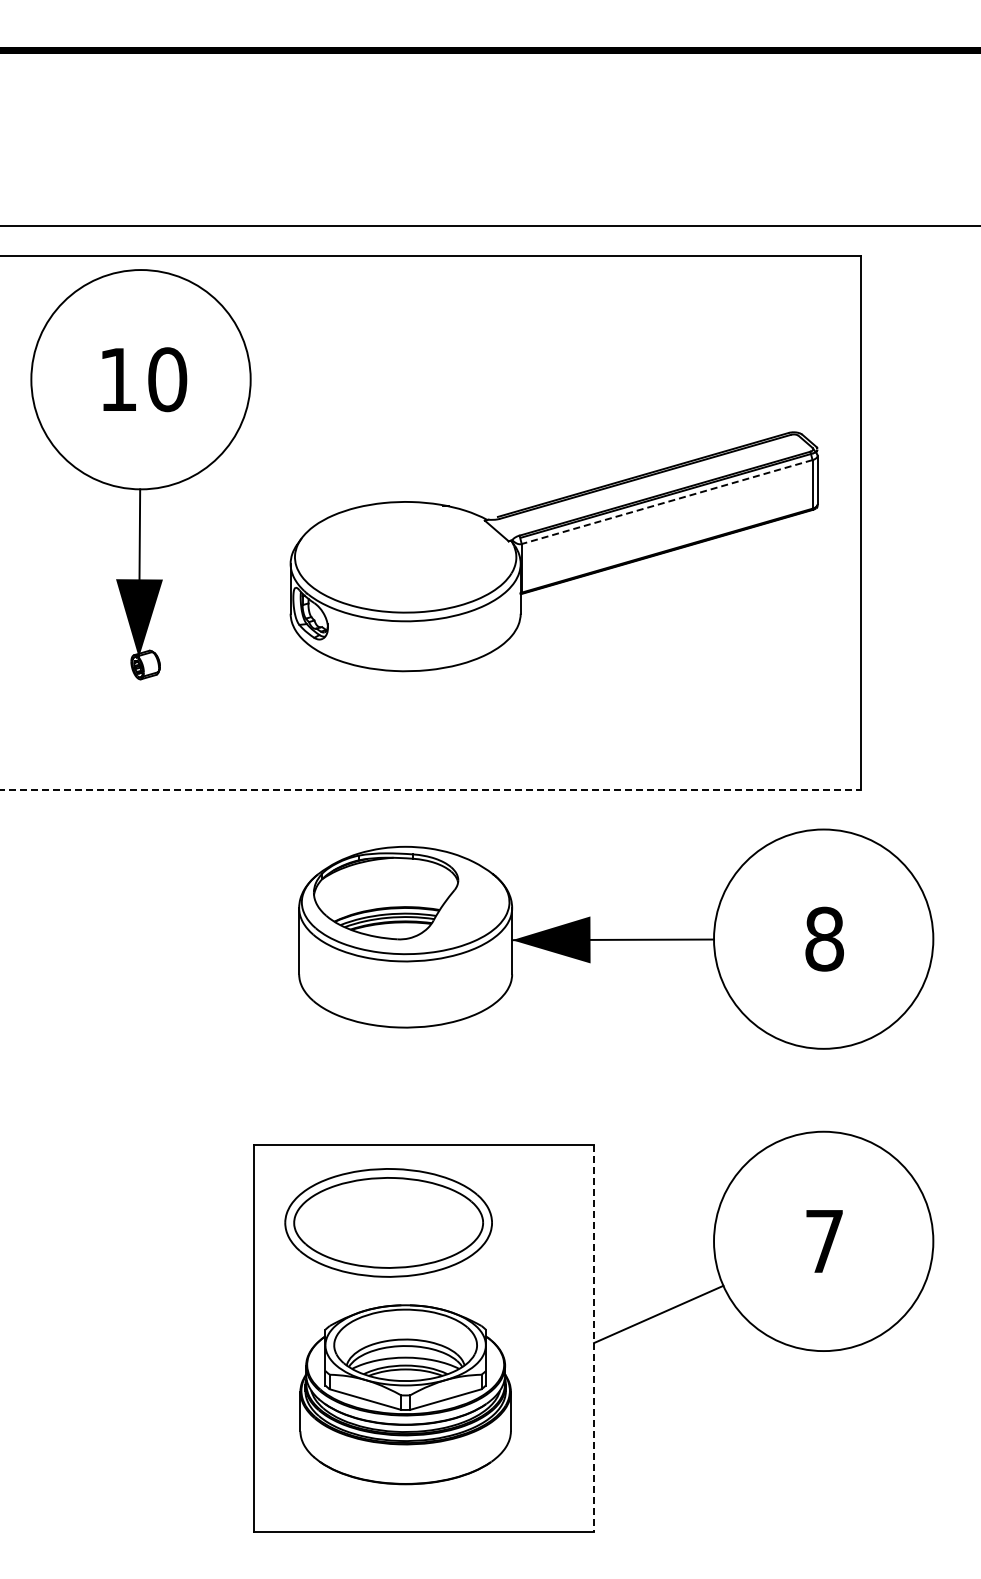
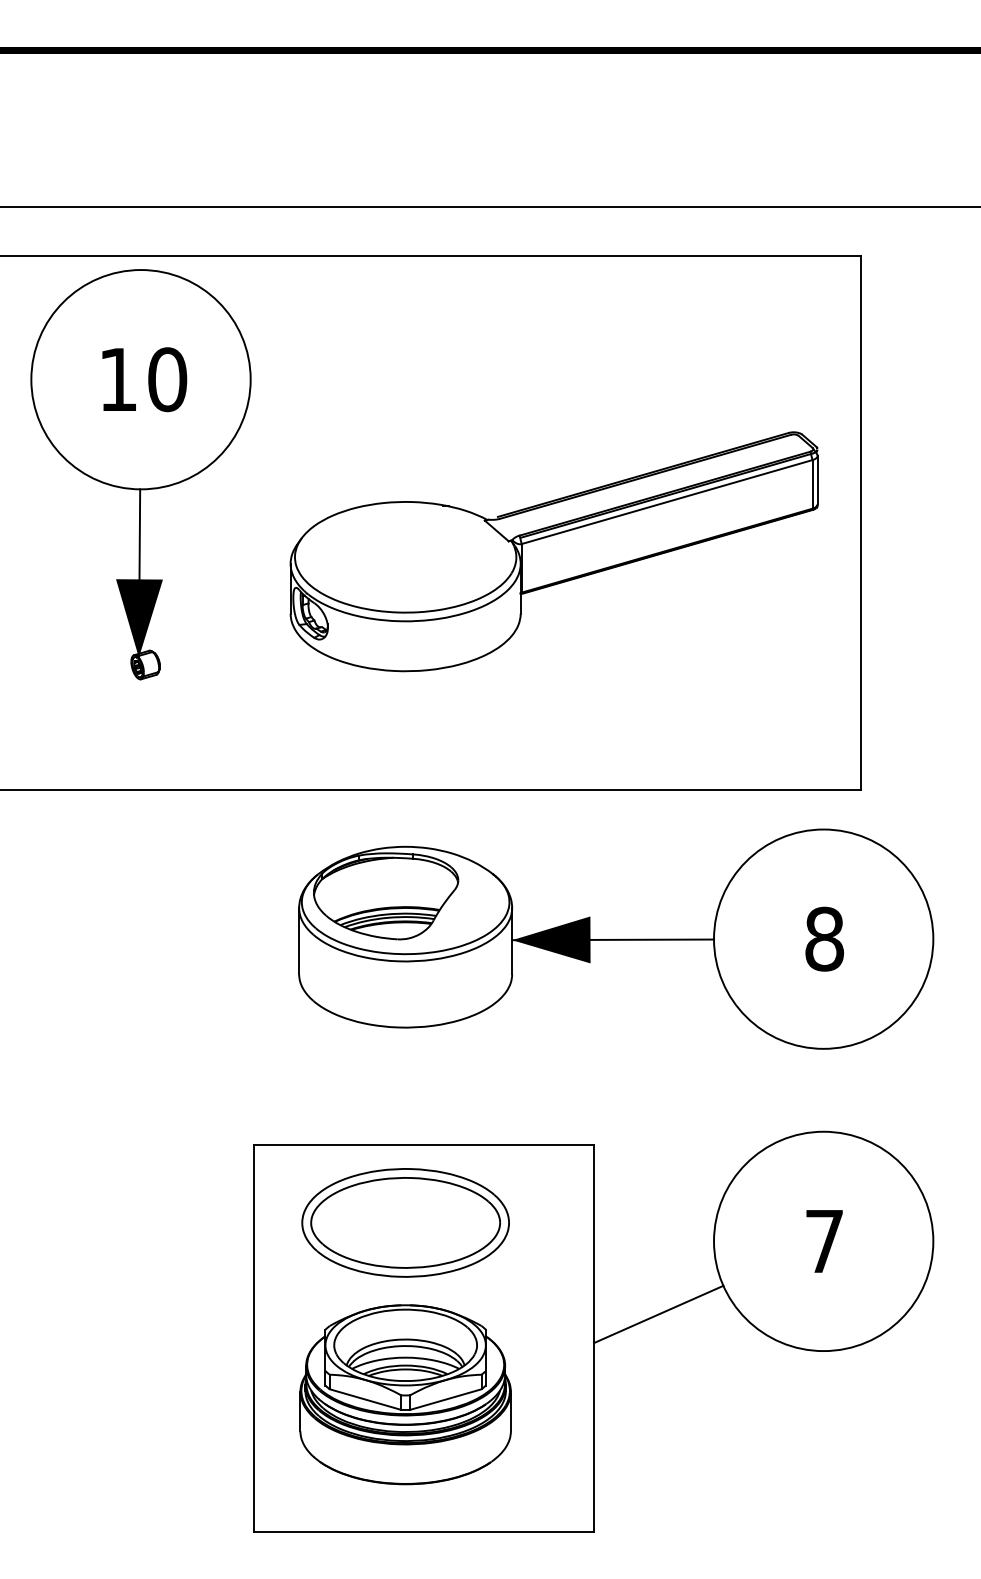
line at (489, 226) position: (489, 226) -> (489, 207)
line at (666, 502): dashed -> solid
line at (431, 790): dashed -> solid
part at (388, 1222) position: (388, 1222) -> (405, 1222)
line at (593, 1338): dashed -> solid
